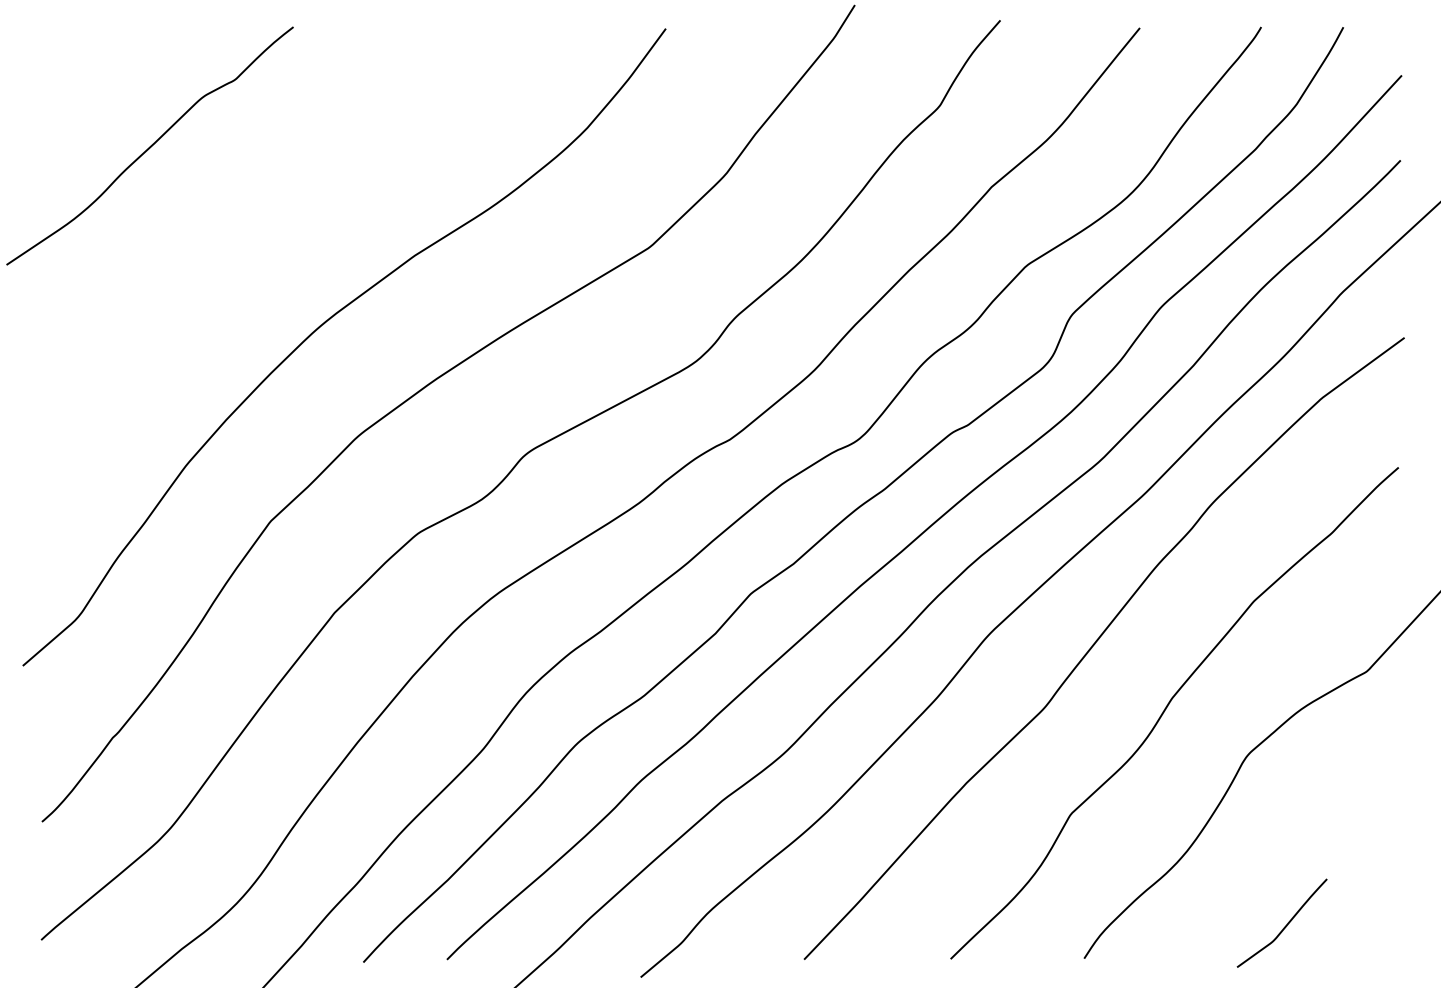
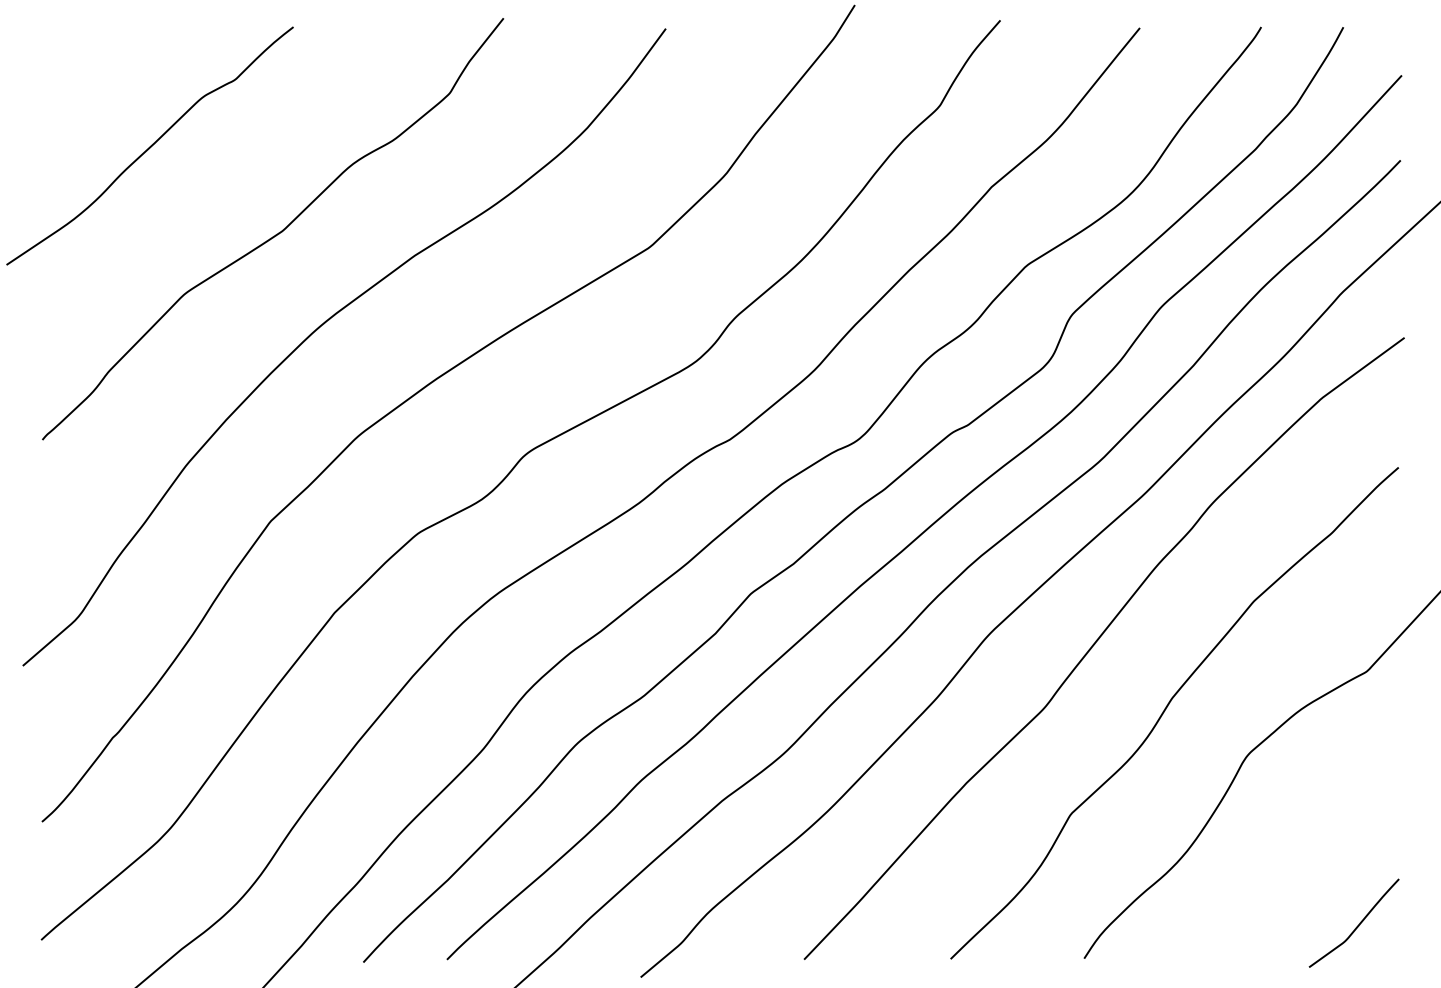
curve at (275, 234): none -> present
curve at (1285, 925) position: (1285, 925) -> (1357, 925)
